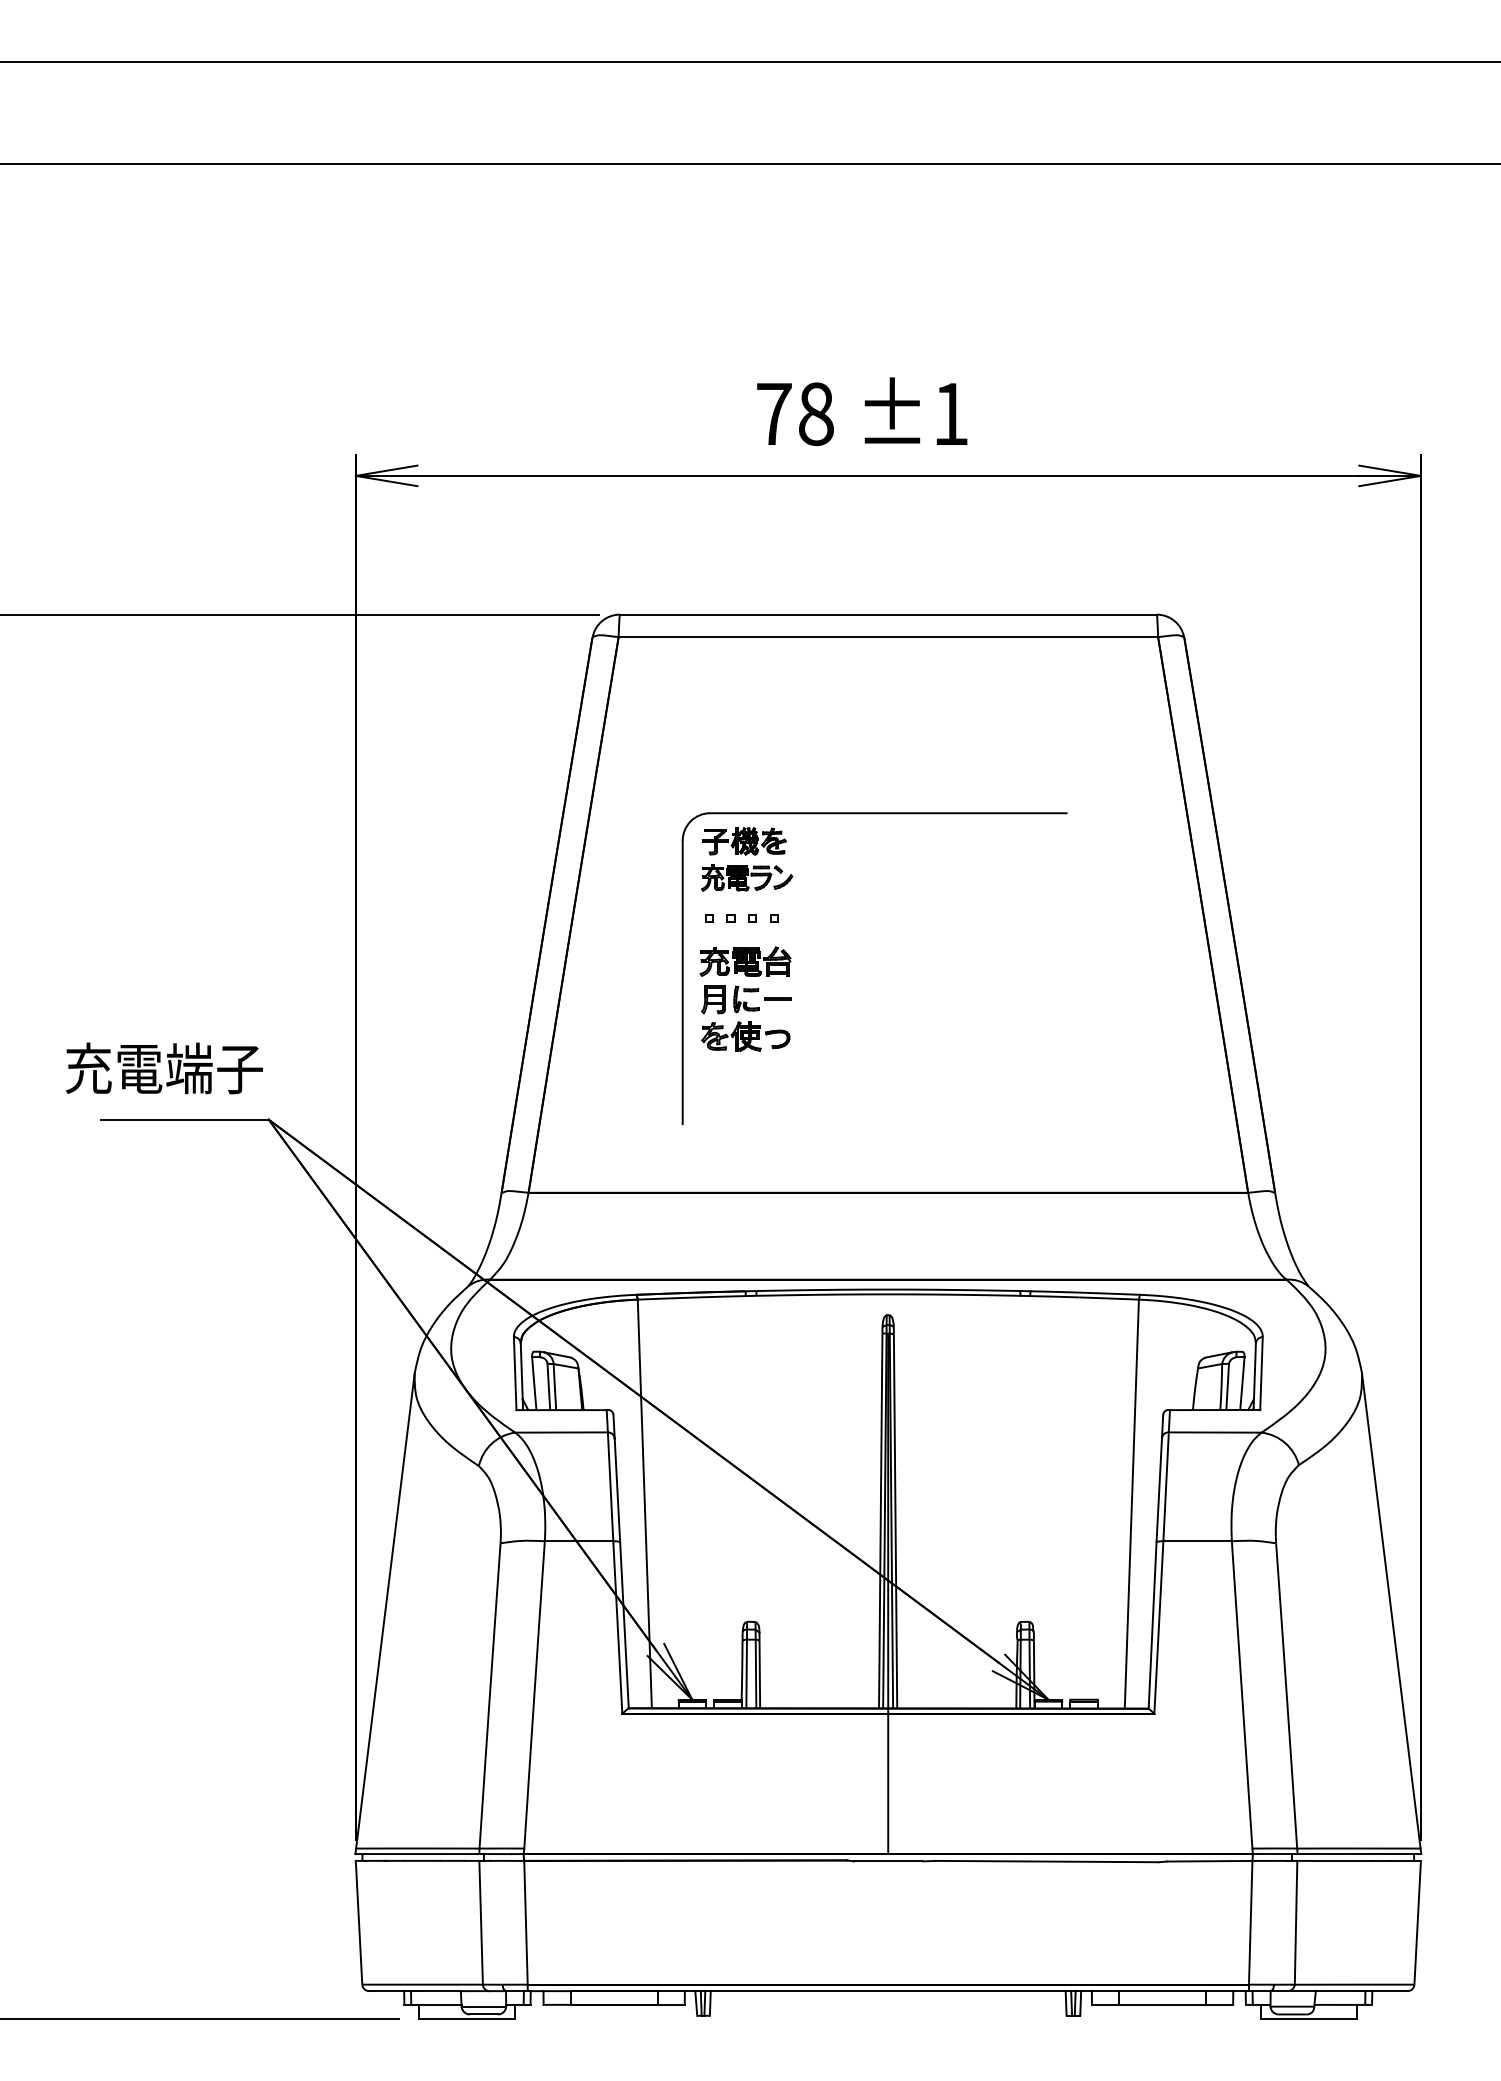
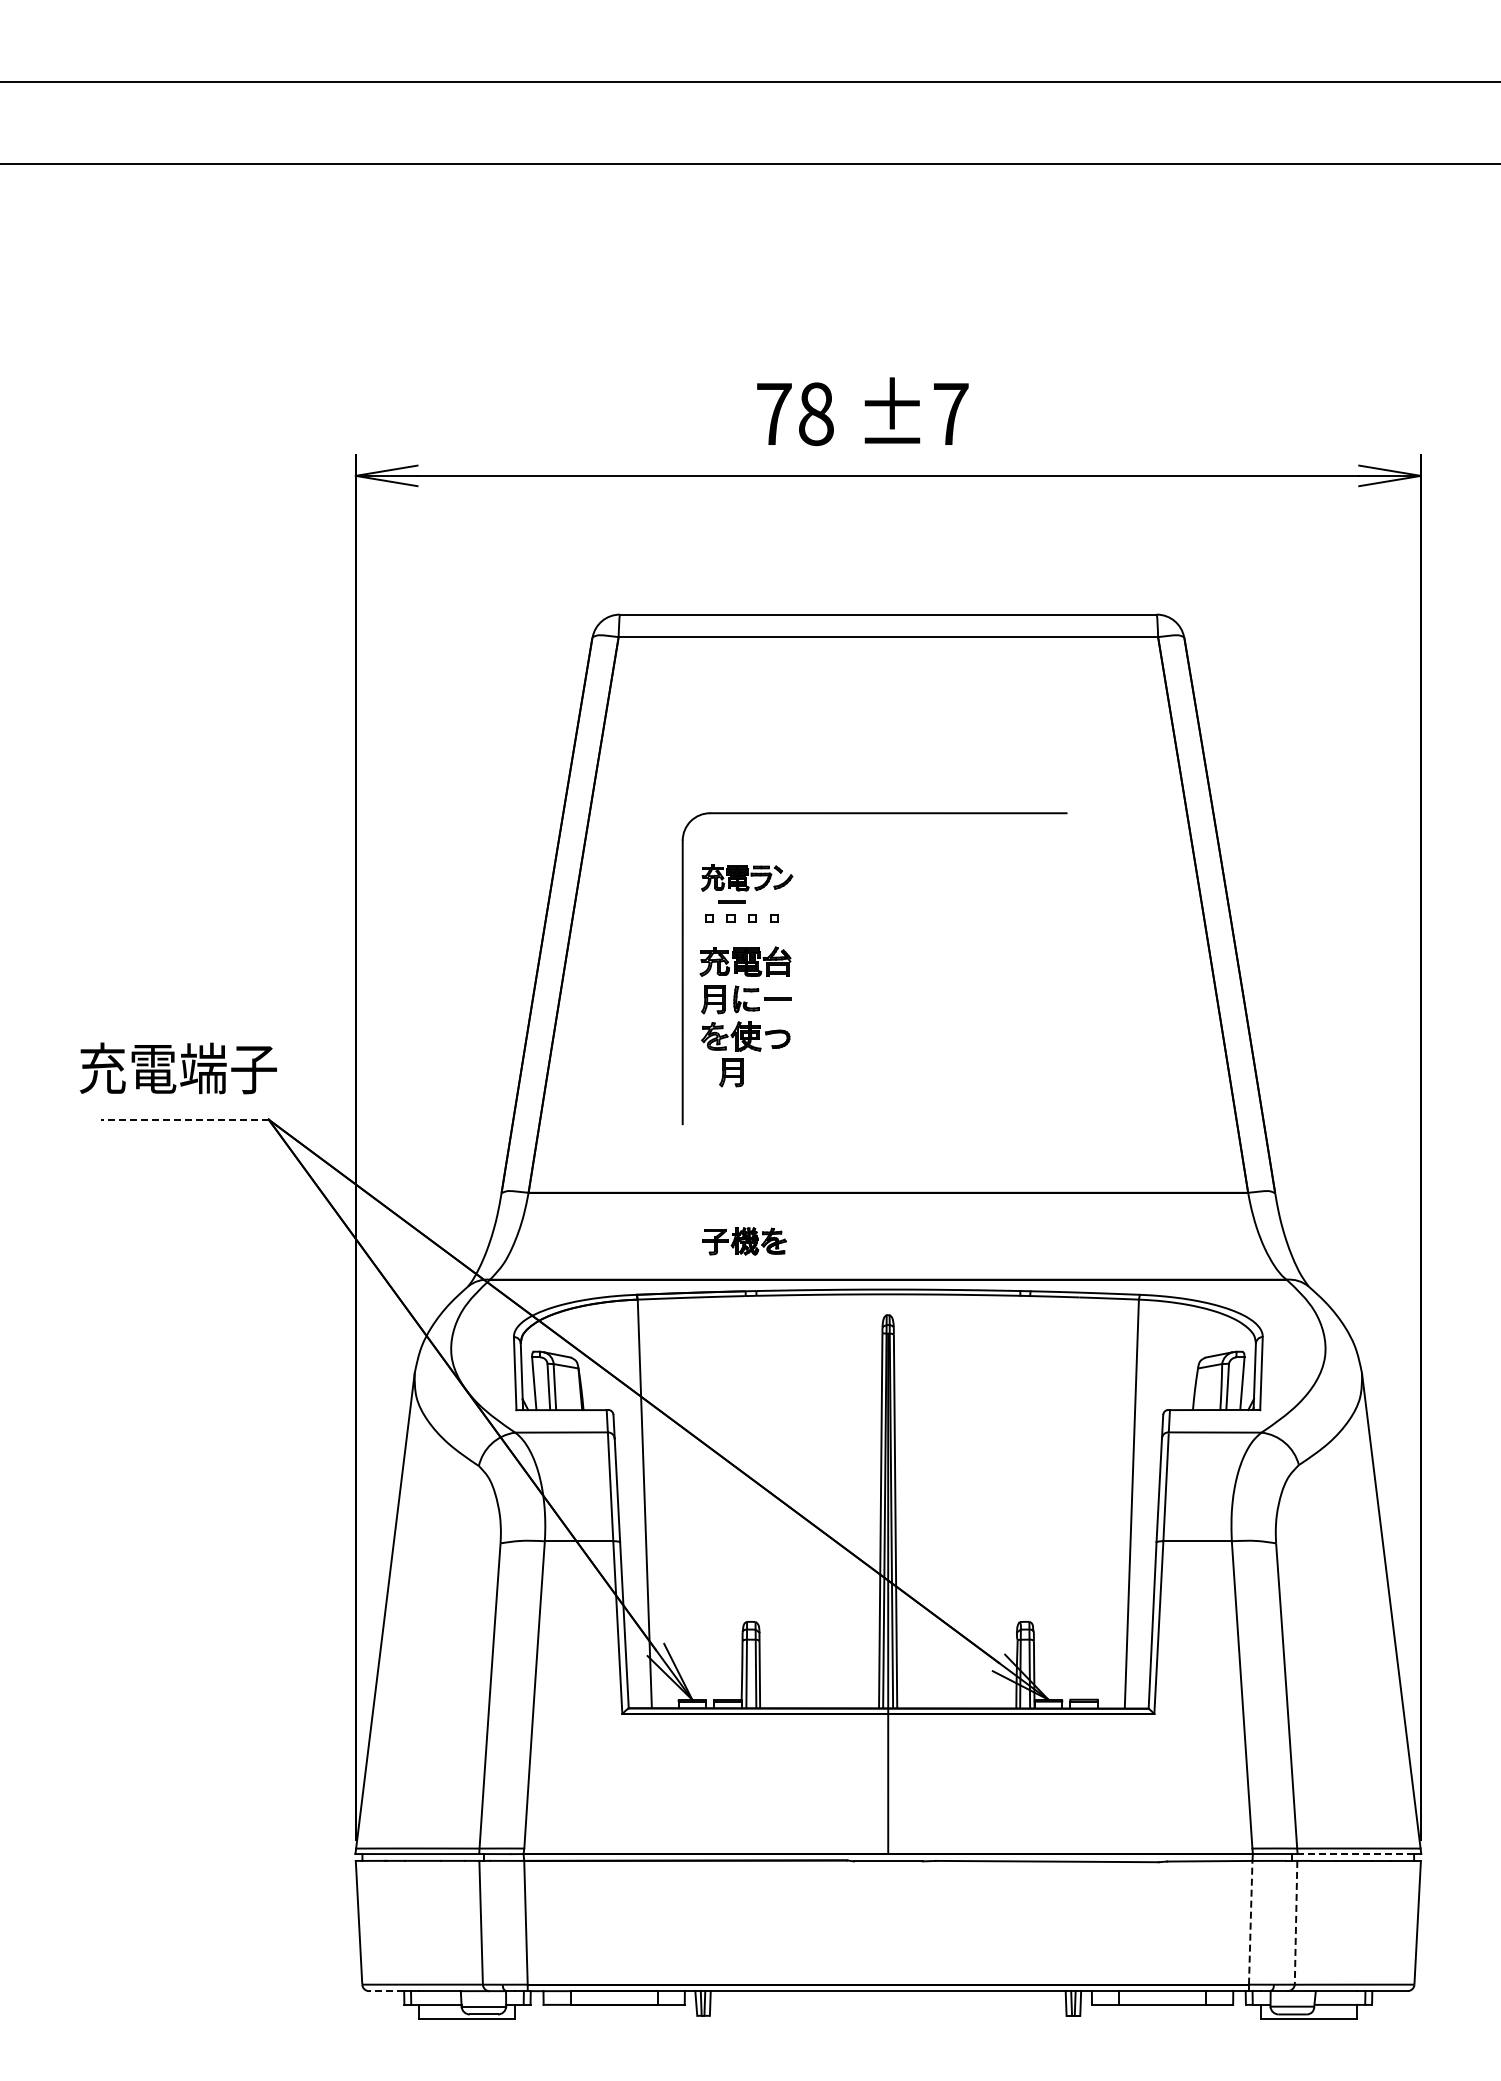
line at (749, 62) position: (749, 62) -> (749, 82)
text at (951, 413): ±1 -> ±7
line at (300, 614): present -> none
part at (744, 841) position: (744, 841) -> (744, 1241)
line at (731, 901): none -> present
text at (163, 1068) position: (163, 1068) -> (177, 1068)
part at (731, 1072): none -> present
line at (184, 1119): solid -> dashed
line at (1355, 1854): solid -> dashed
line at (1250, 1922): solid -> dashed
line at (1296, 1922): solid -> dashed
line at (386, 1991): solid -> dashed
line at (200, 2018): present -> none
